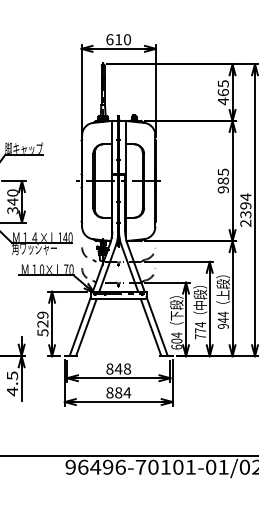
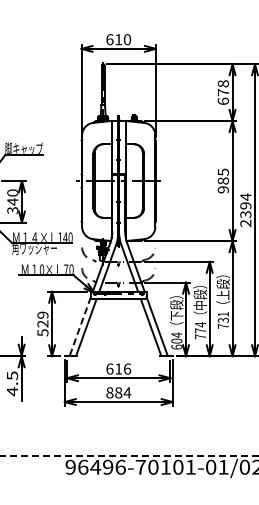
text at (222, 92): 465 -> 678
text at (222, 319): 944 -> 731
line at (80, 326): solid -> dashed
text at (118, 368): 848 -> 616
line at (129, 455): solid -> dashed
